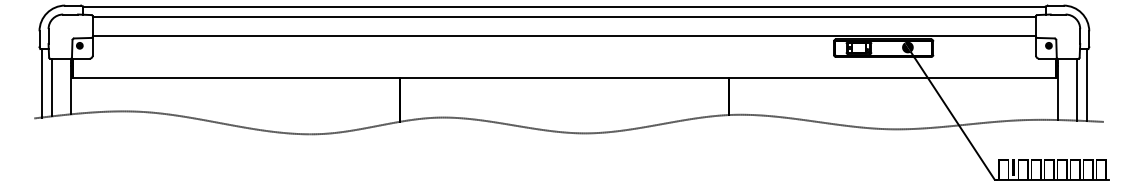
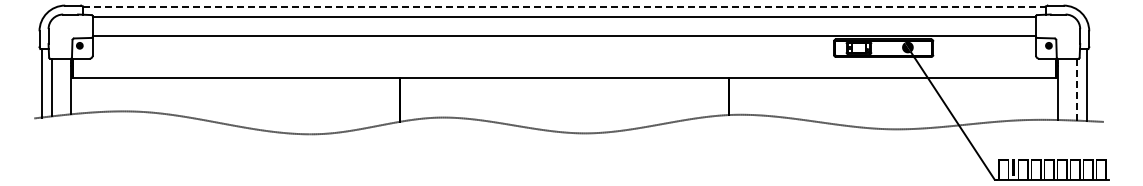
line at (564, 7): solid -> dashed
line at (1076, 89): solid -> dashed
